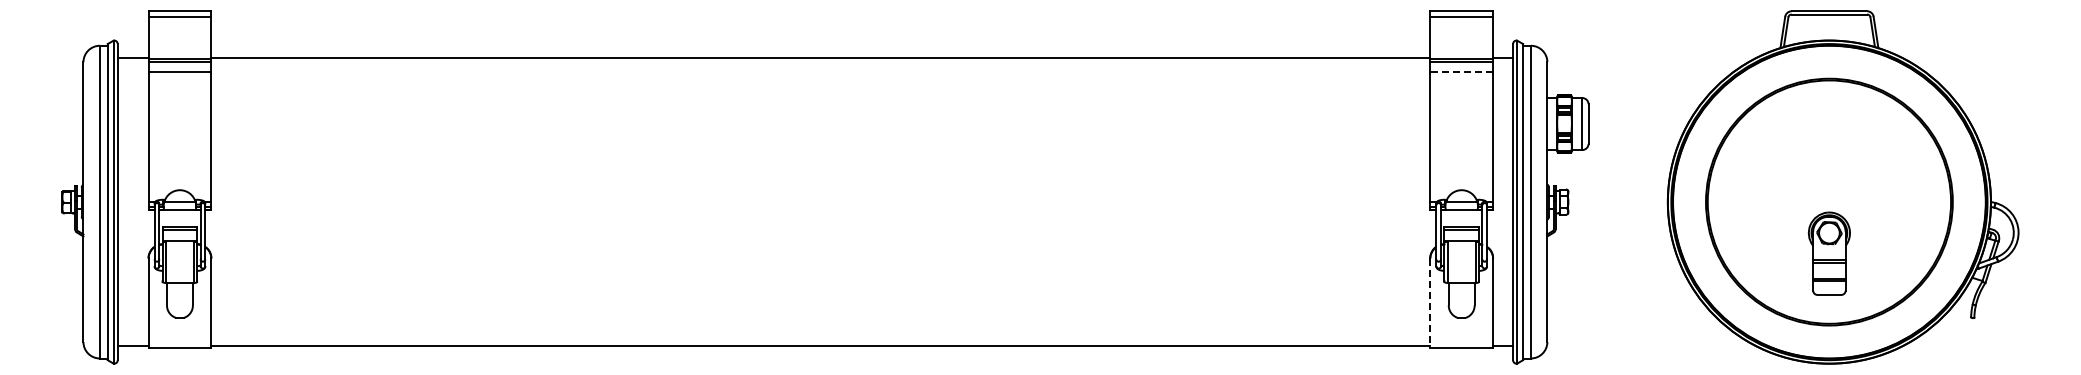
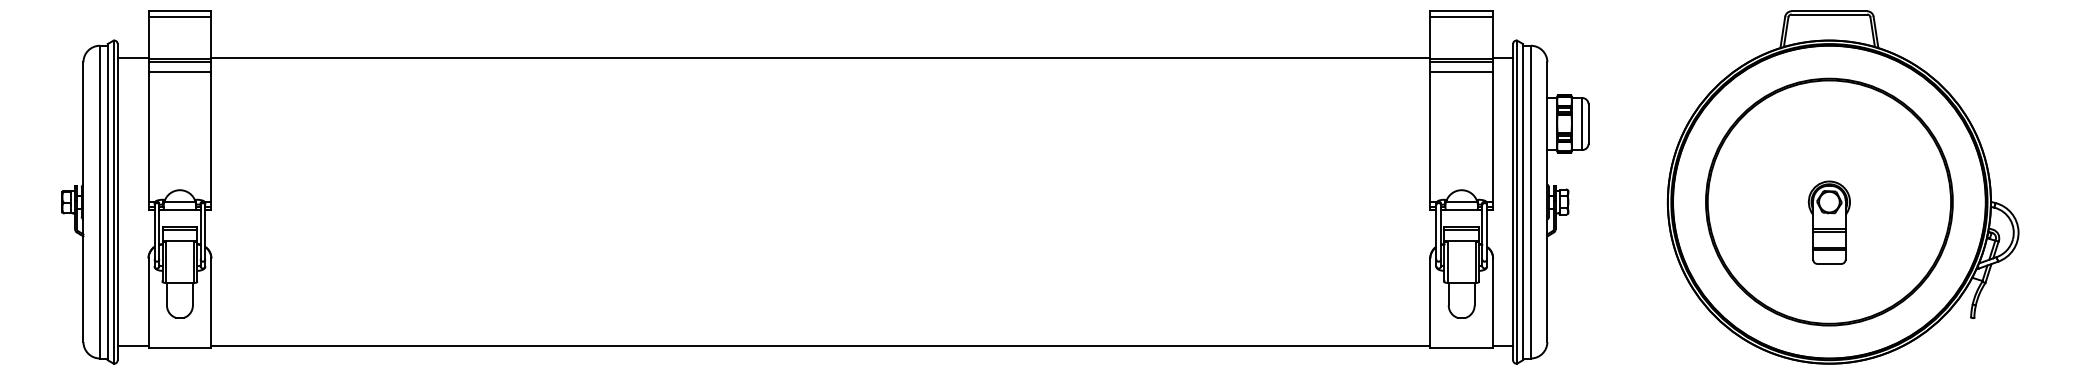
line at (1461, 72): dashed -> solid
part at (1828, 253) position: (1828, 253) -> (1828, 222)
line at (1430, 303): dashed -> solid
